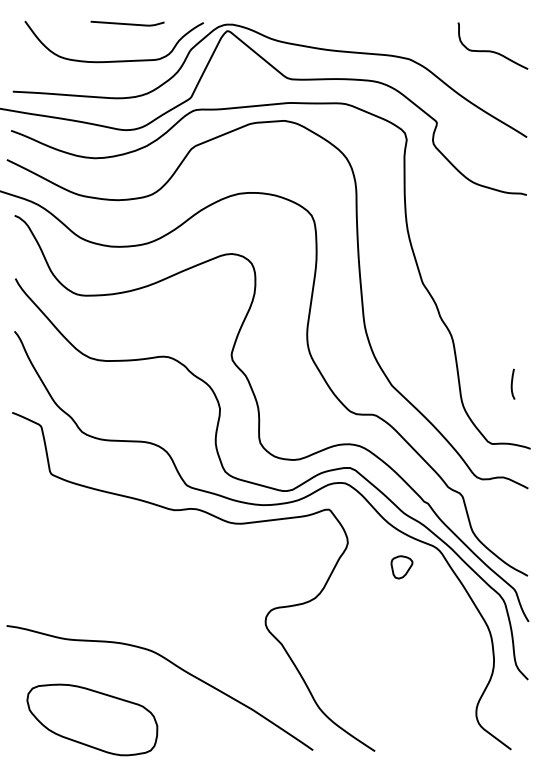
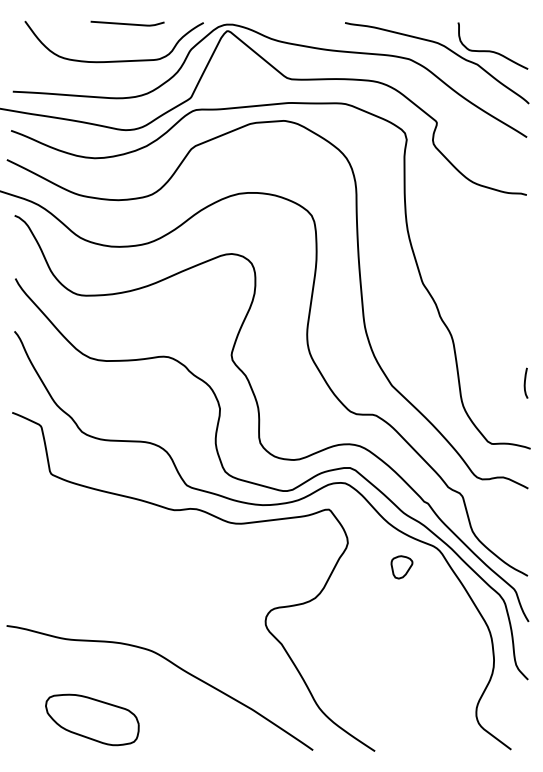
curve at (445, 48): none -> present
curve at (512, 383) position: (512, 383) -> (525, 382)
part at (92, 719) size: 133x74 px -> 95x54 px
